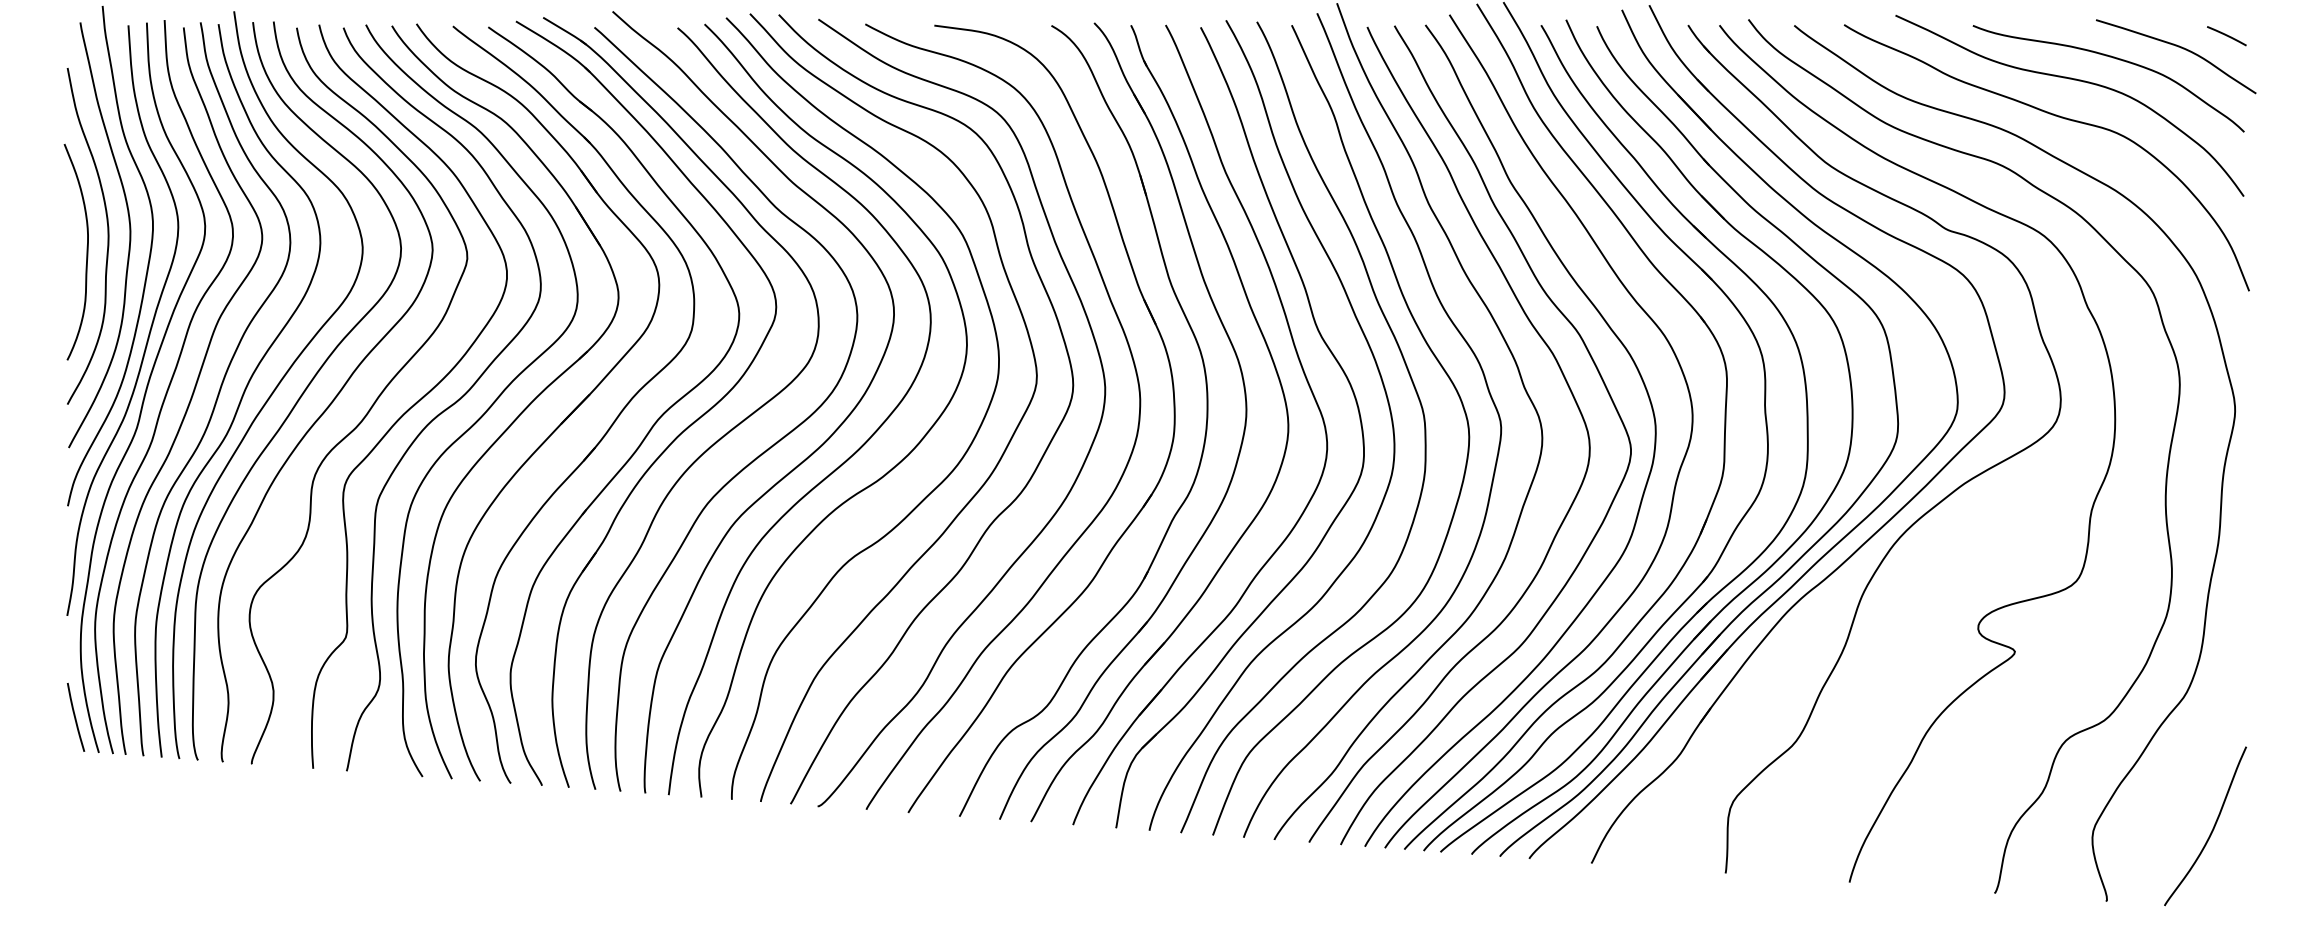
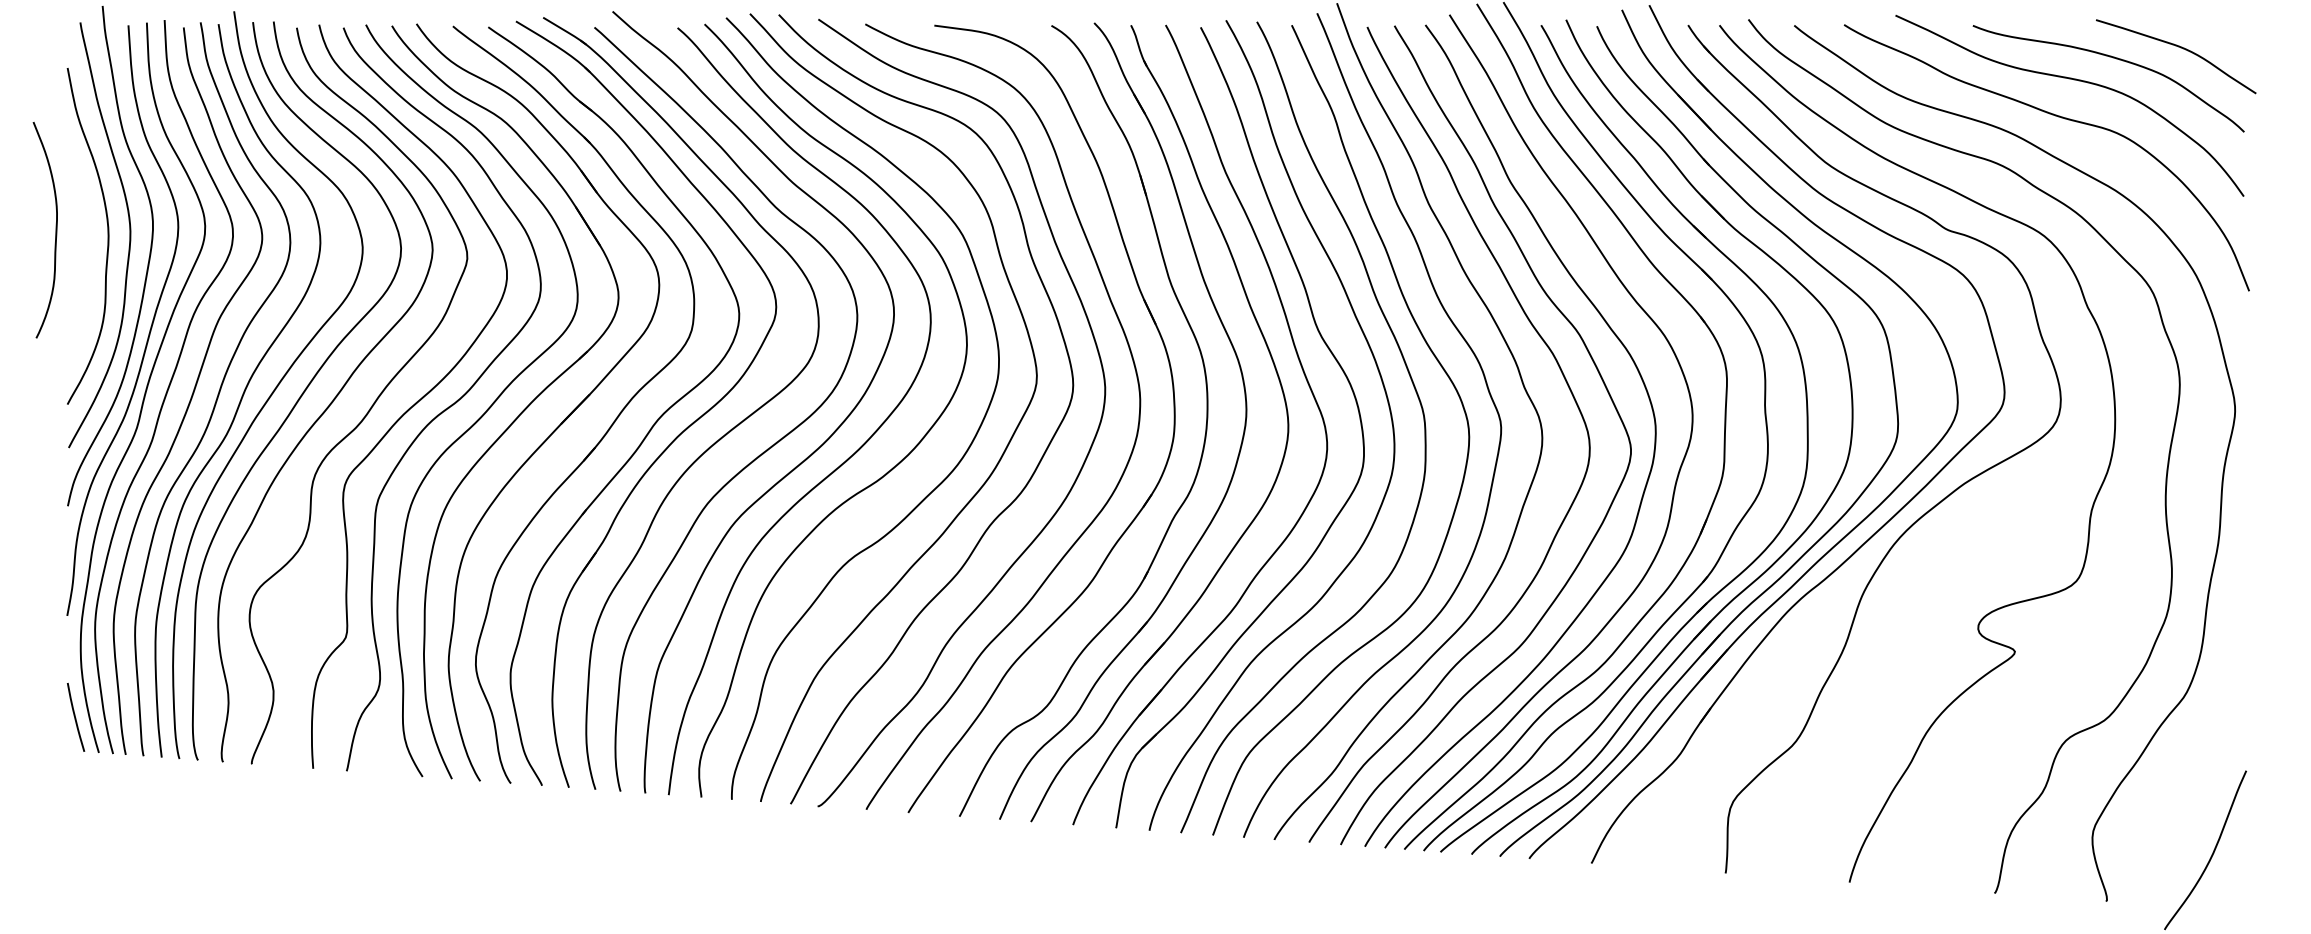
line at (2226, 36): present -> none
curve at (86, 252) position: (86, 252) -> (55, 230)
curve at (2211, 830) position: (2211, 830) -> (2211, 854)
